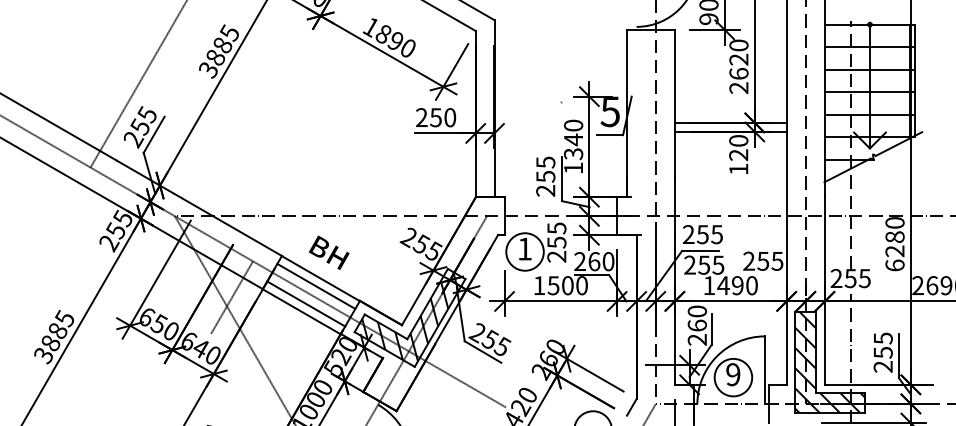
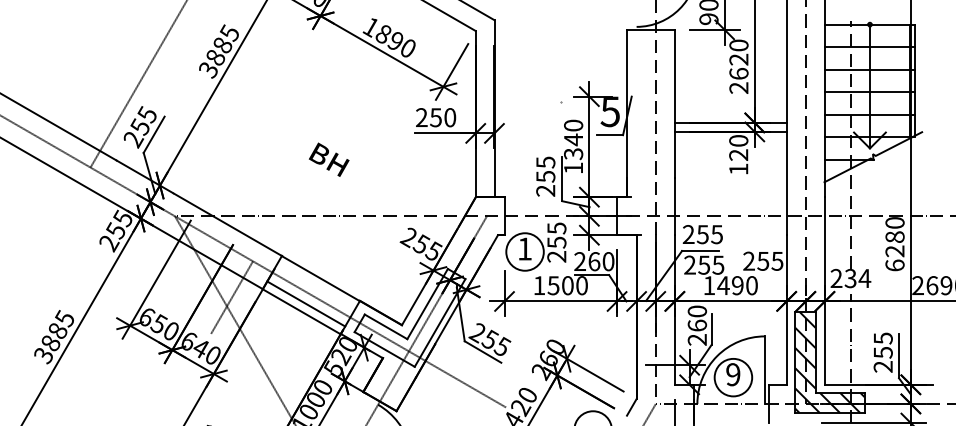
text at (328, 252) position: (328, 252) -> (328, 159)
text at (858, 278): 255 -> 234
line at (316, 285): present -> none
hatch at (410, 316): present -> none
